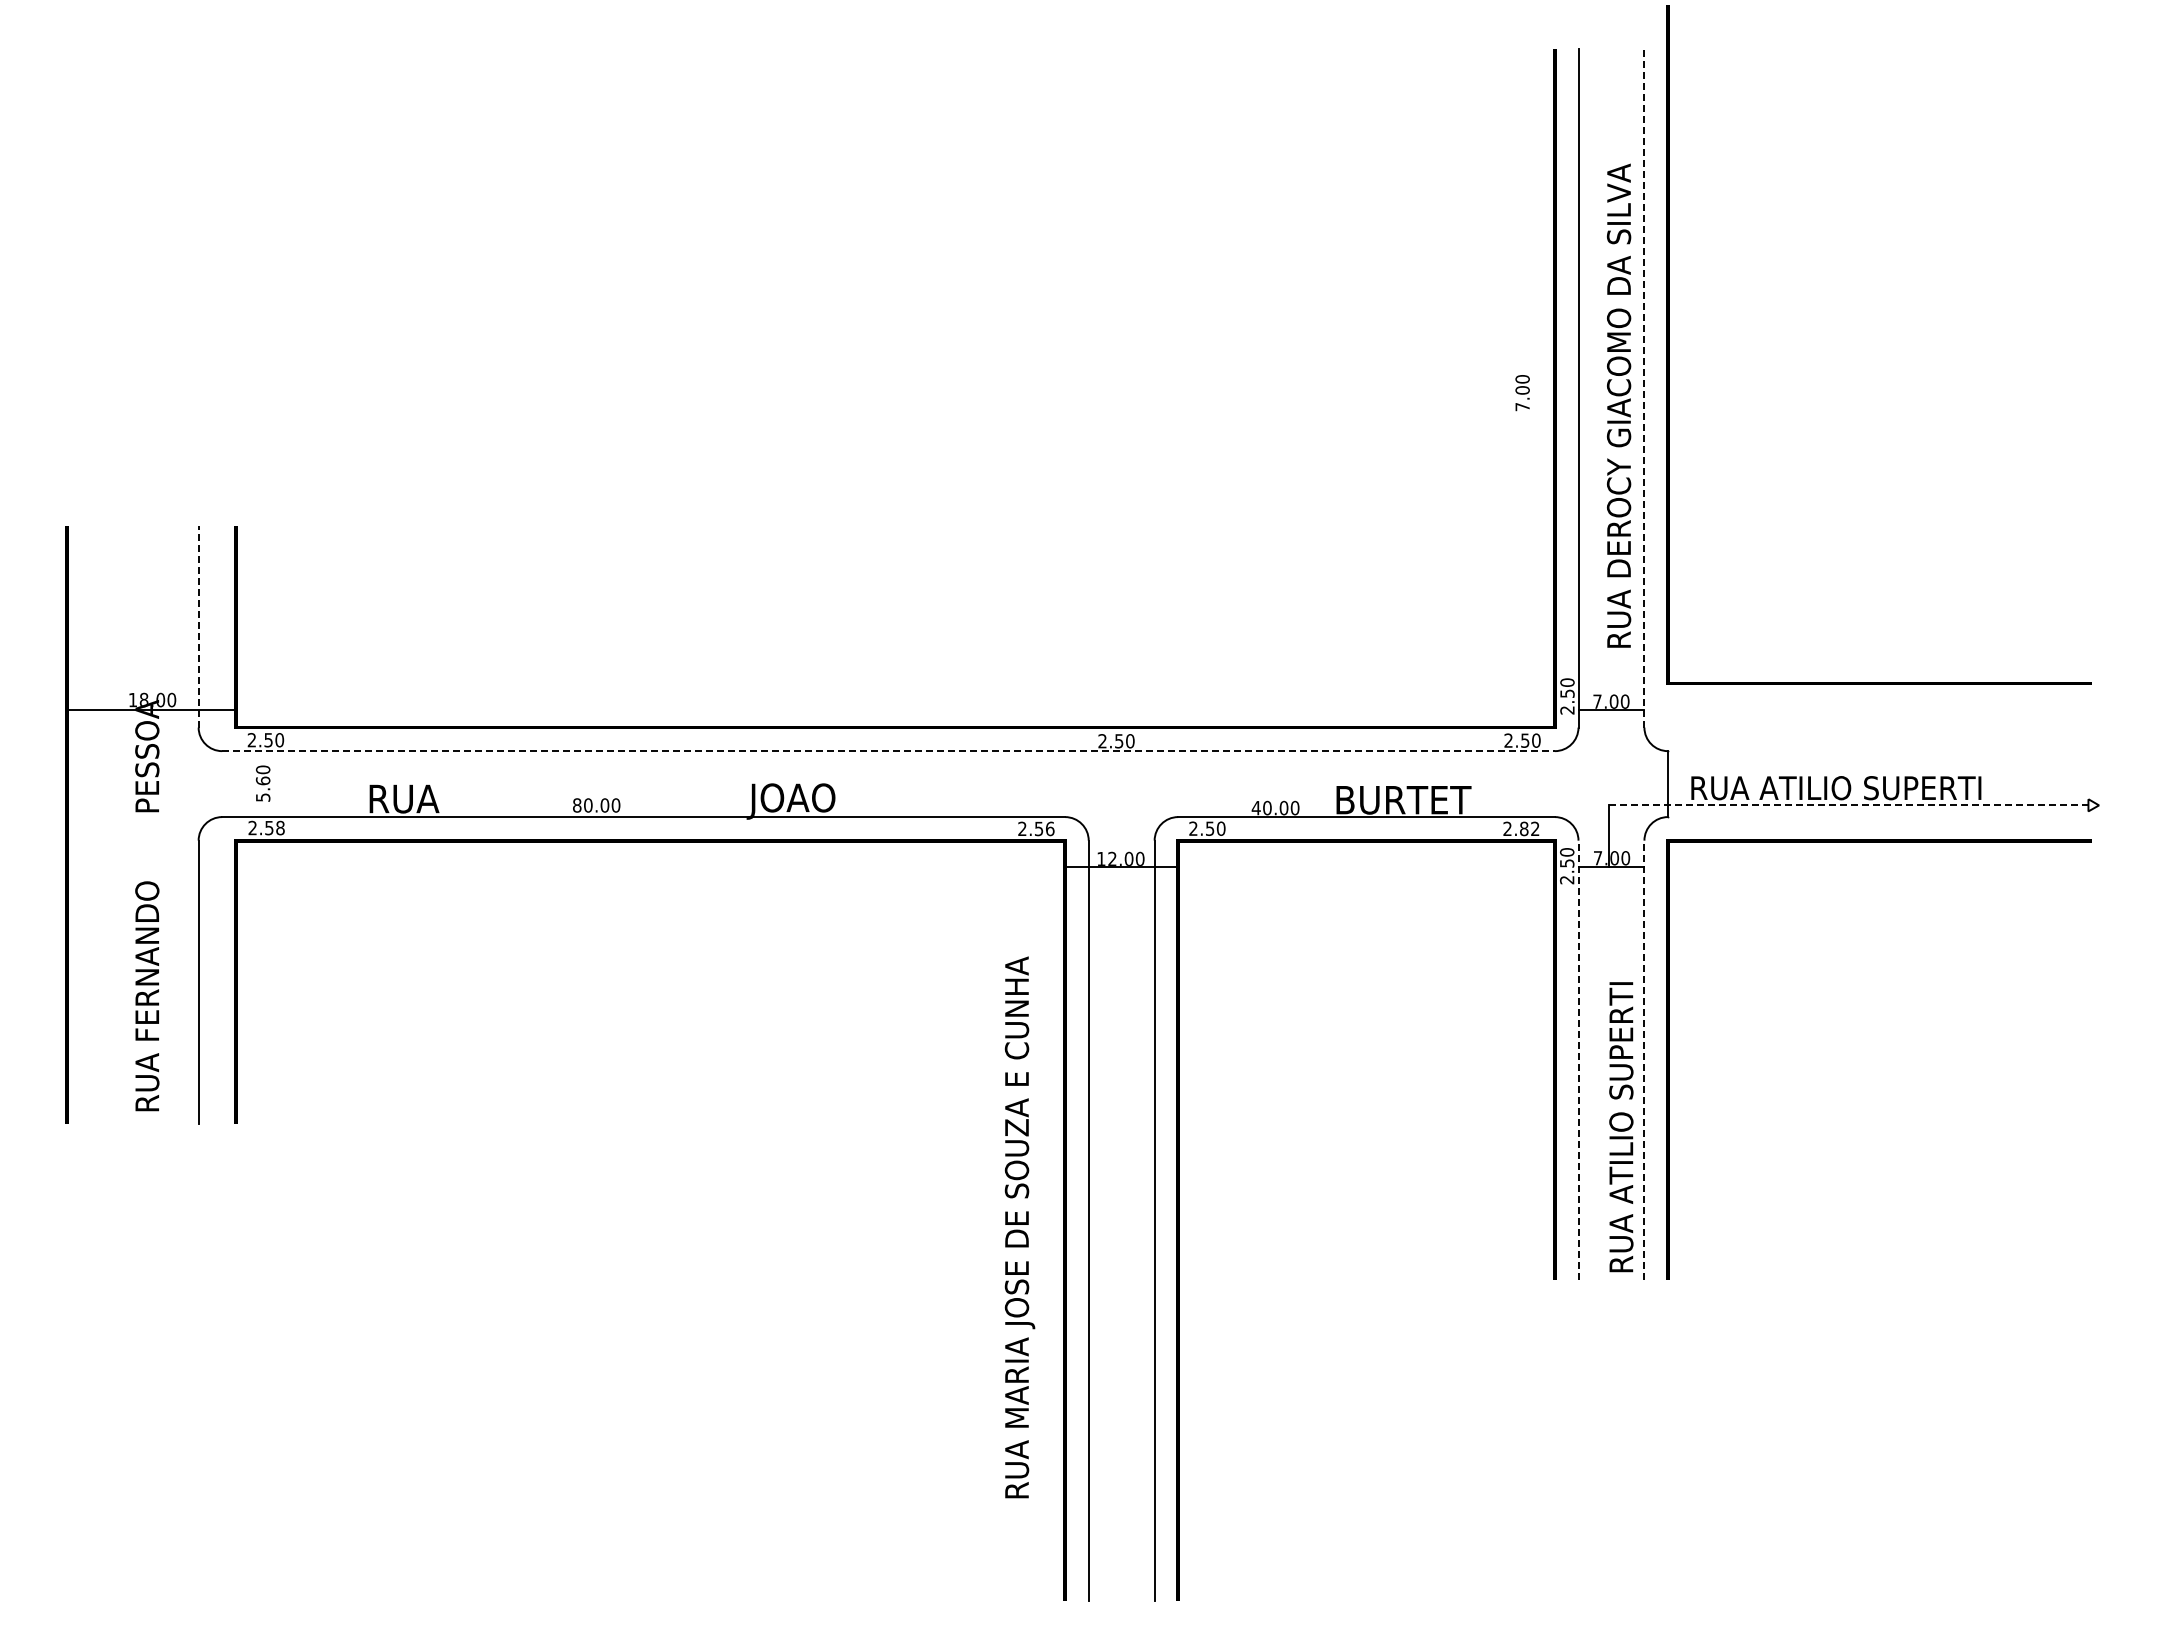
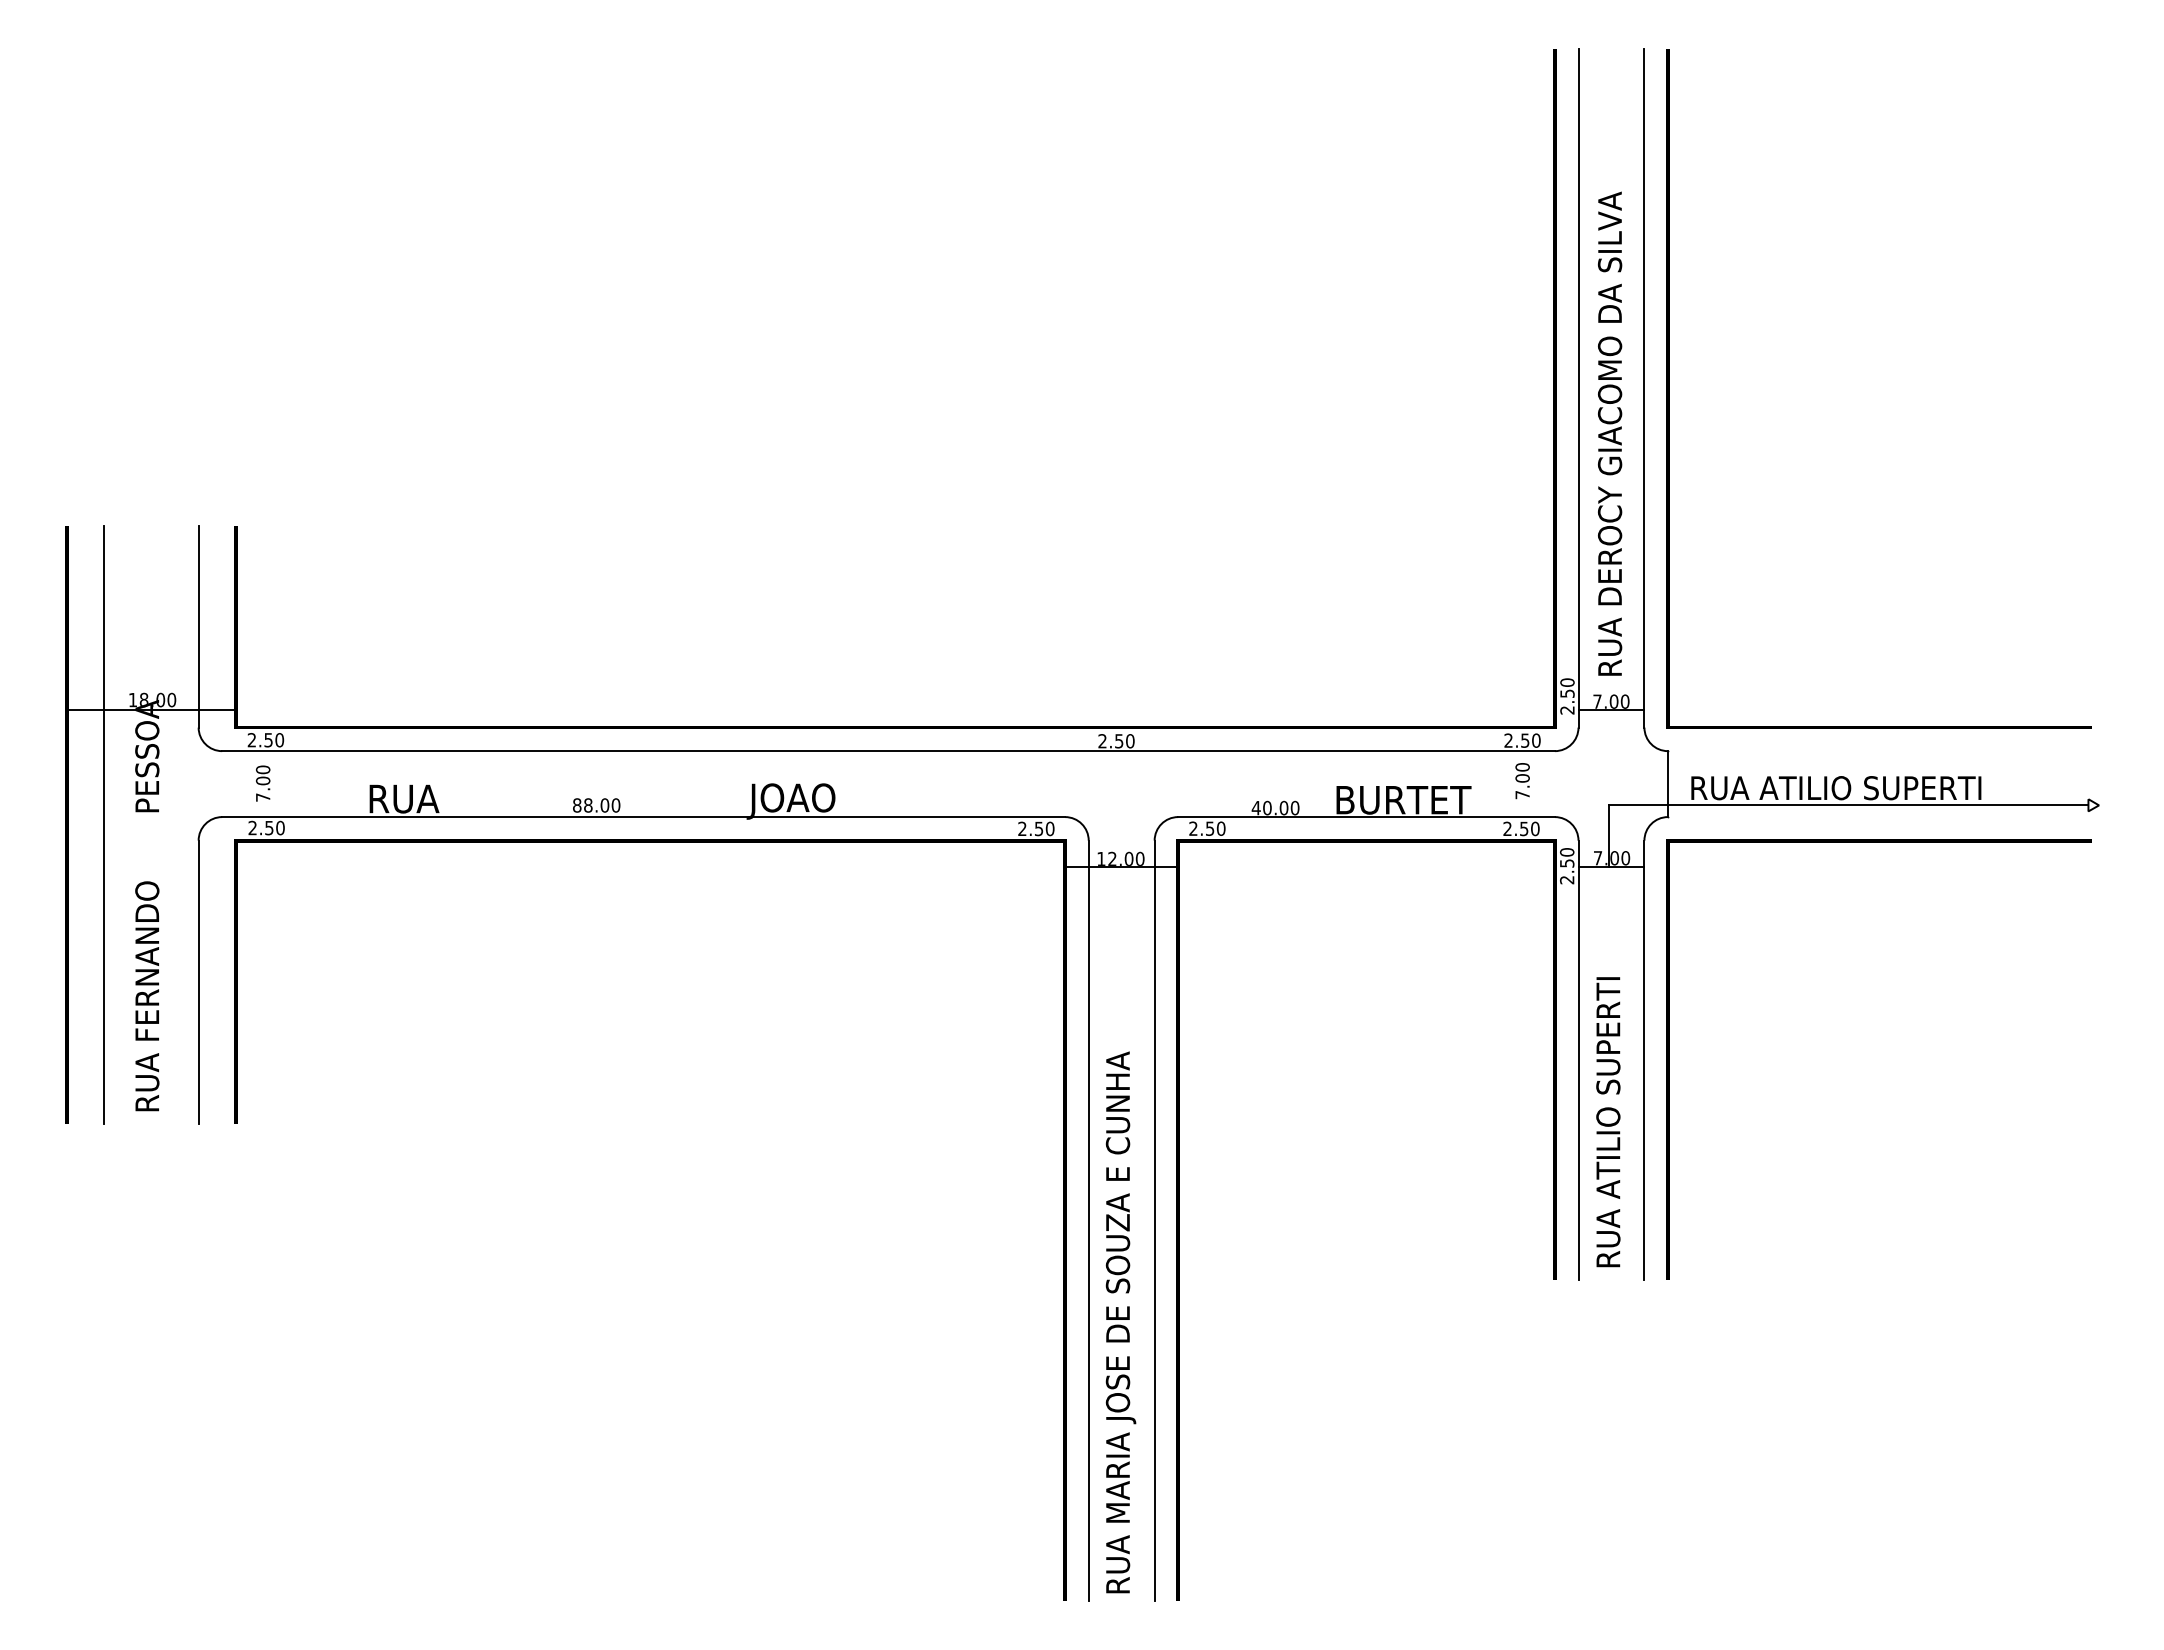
line at (1669, 344) position: (1669, 344) -> (1669, 388)
line at (1644, 387): dashed -> solid
text at (1522, 393) position: (1522, 393) -> (1522, 781)
text at (1619, 405) position: (1619, 405) -> (1610, 433)
line at (198, 626): dashed -> solid
line at (889, 751): dashed -> solid
text at (262, 788): 5.60 -> 7.00
text at (588, 805): 80.00 -> 88.00
line at (1848, 805): dashed -> solid
line at (104, 824): none -> present
text at (280, 827): 2.58 -> 2.50
text at (1050, 828): 2.56 -> 2.50
text at (1529, 828): 2.82 -> 2.50
line at (1578, 1060): dashed -> solid
line at (1644, 1060): dashed -> solid
text at (1621, 1127) position: (1621, 1127) -> (1608, 1122)
text at (1019, 1227) position: (1019, 1227) -> (1120, 1322)
